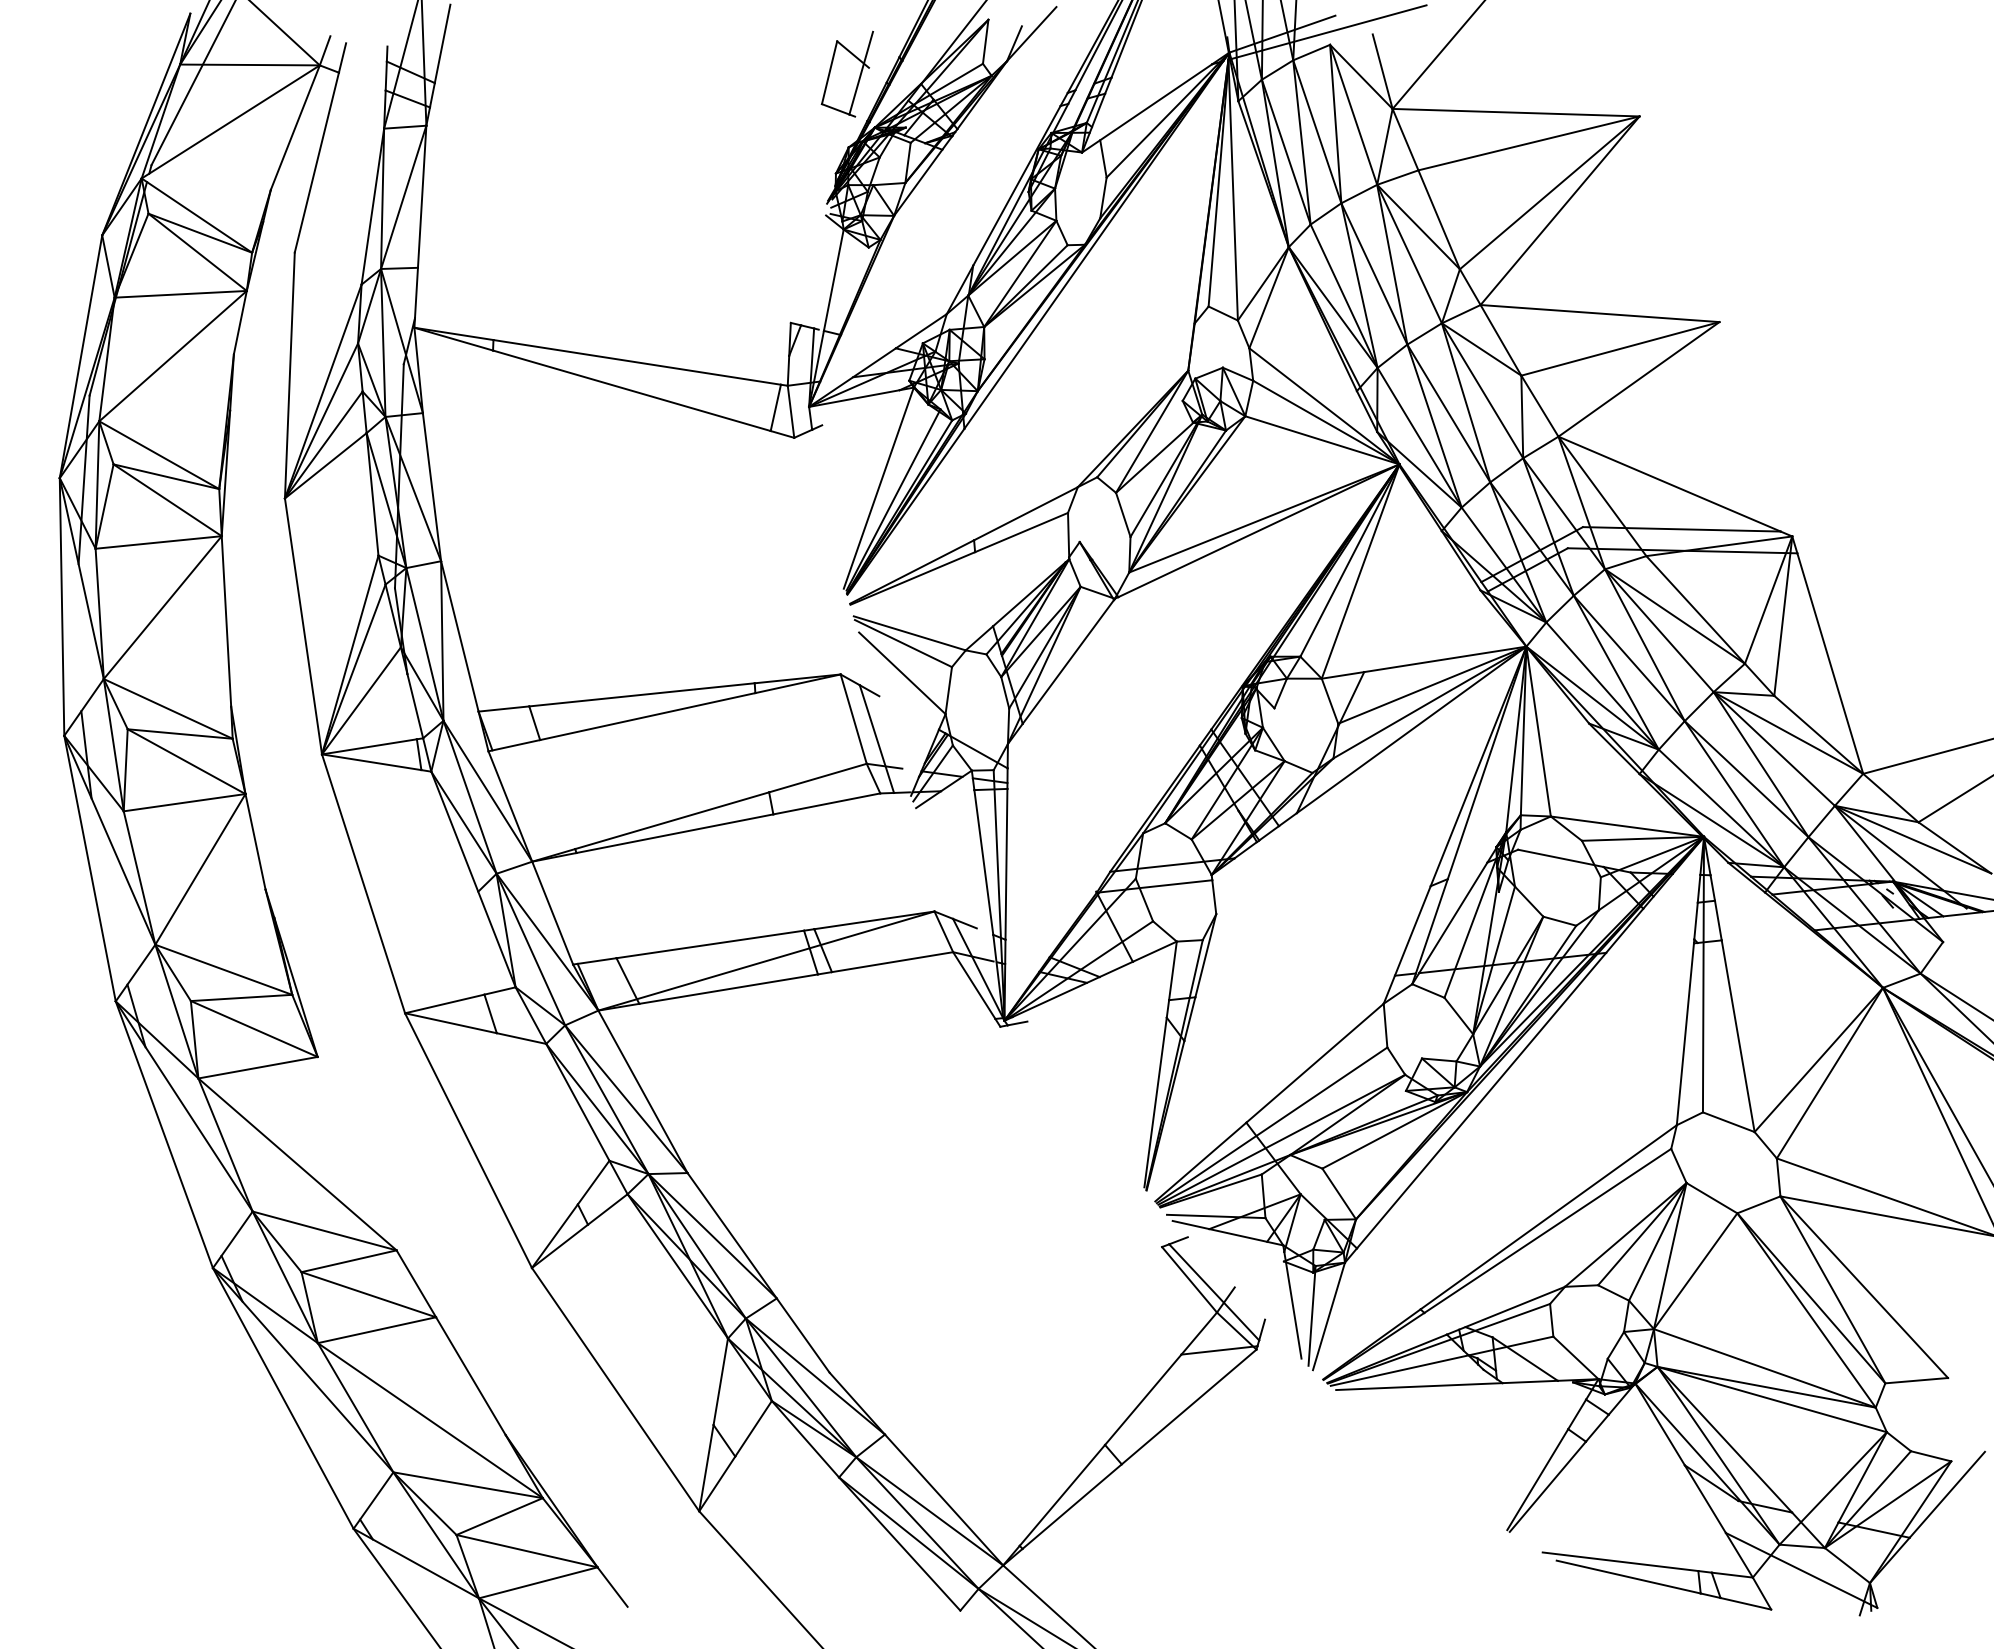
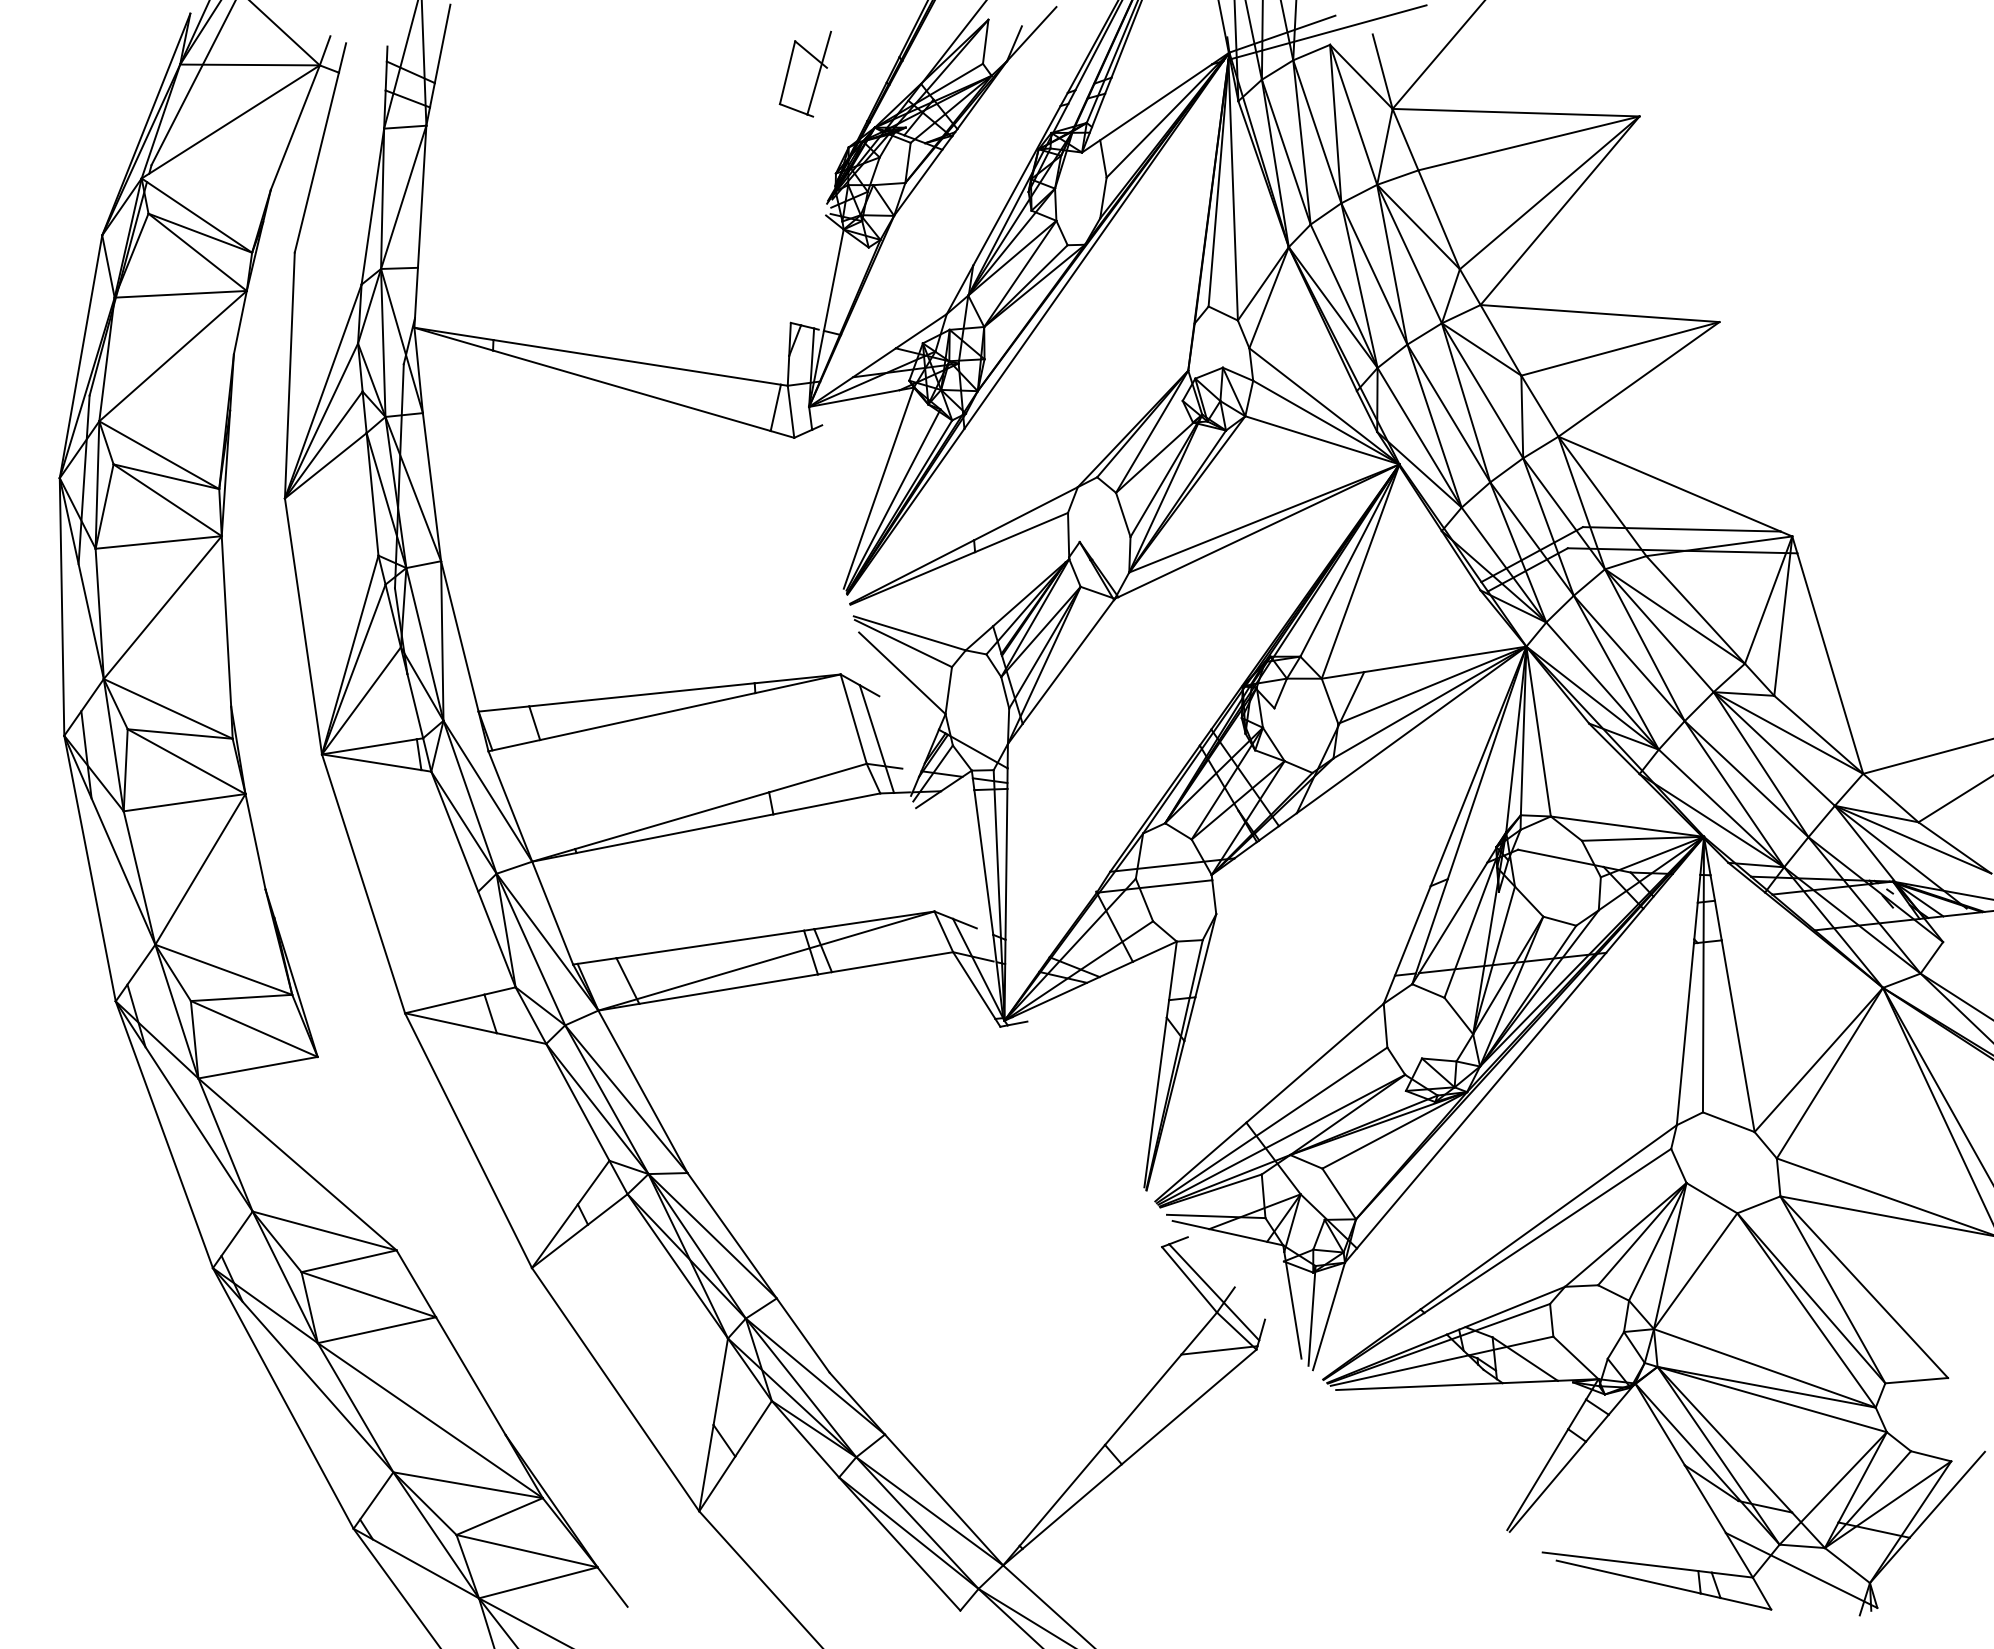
part at (846, 73) position: (846, 73) -> (804, 73)
